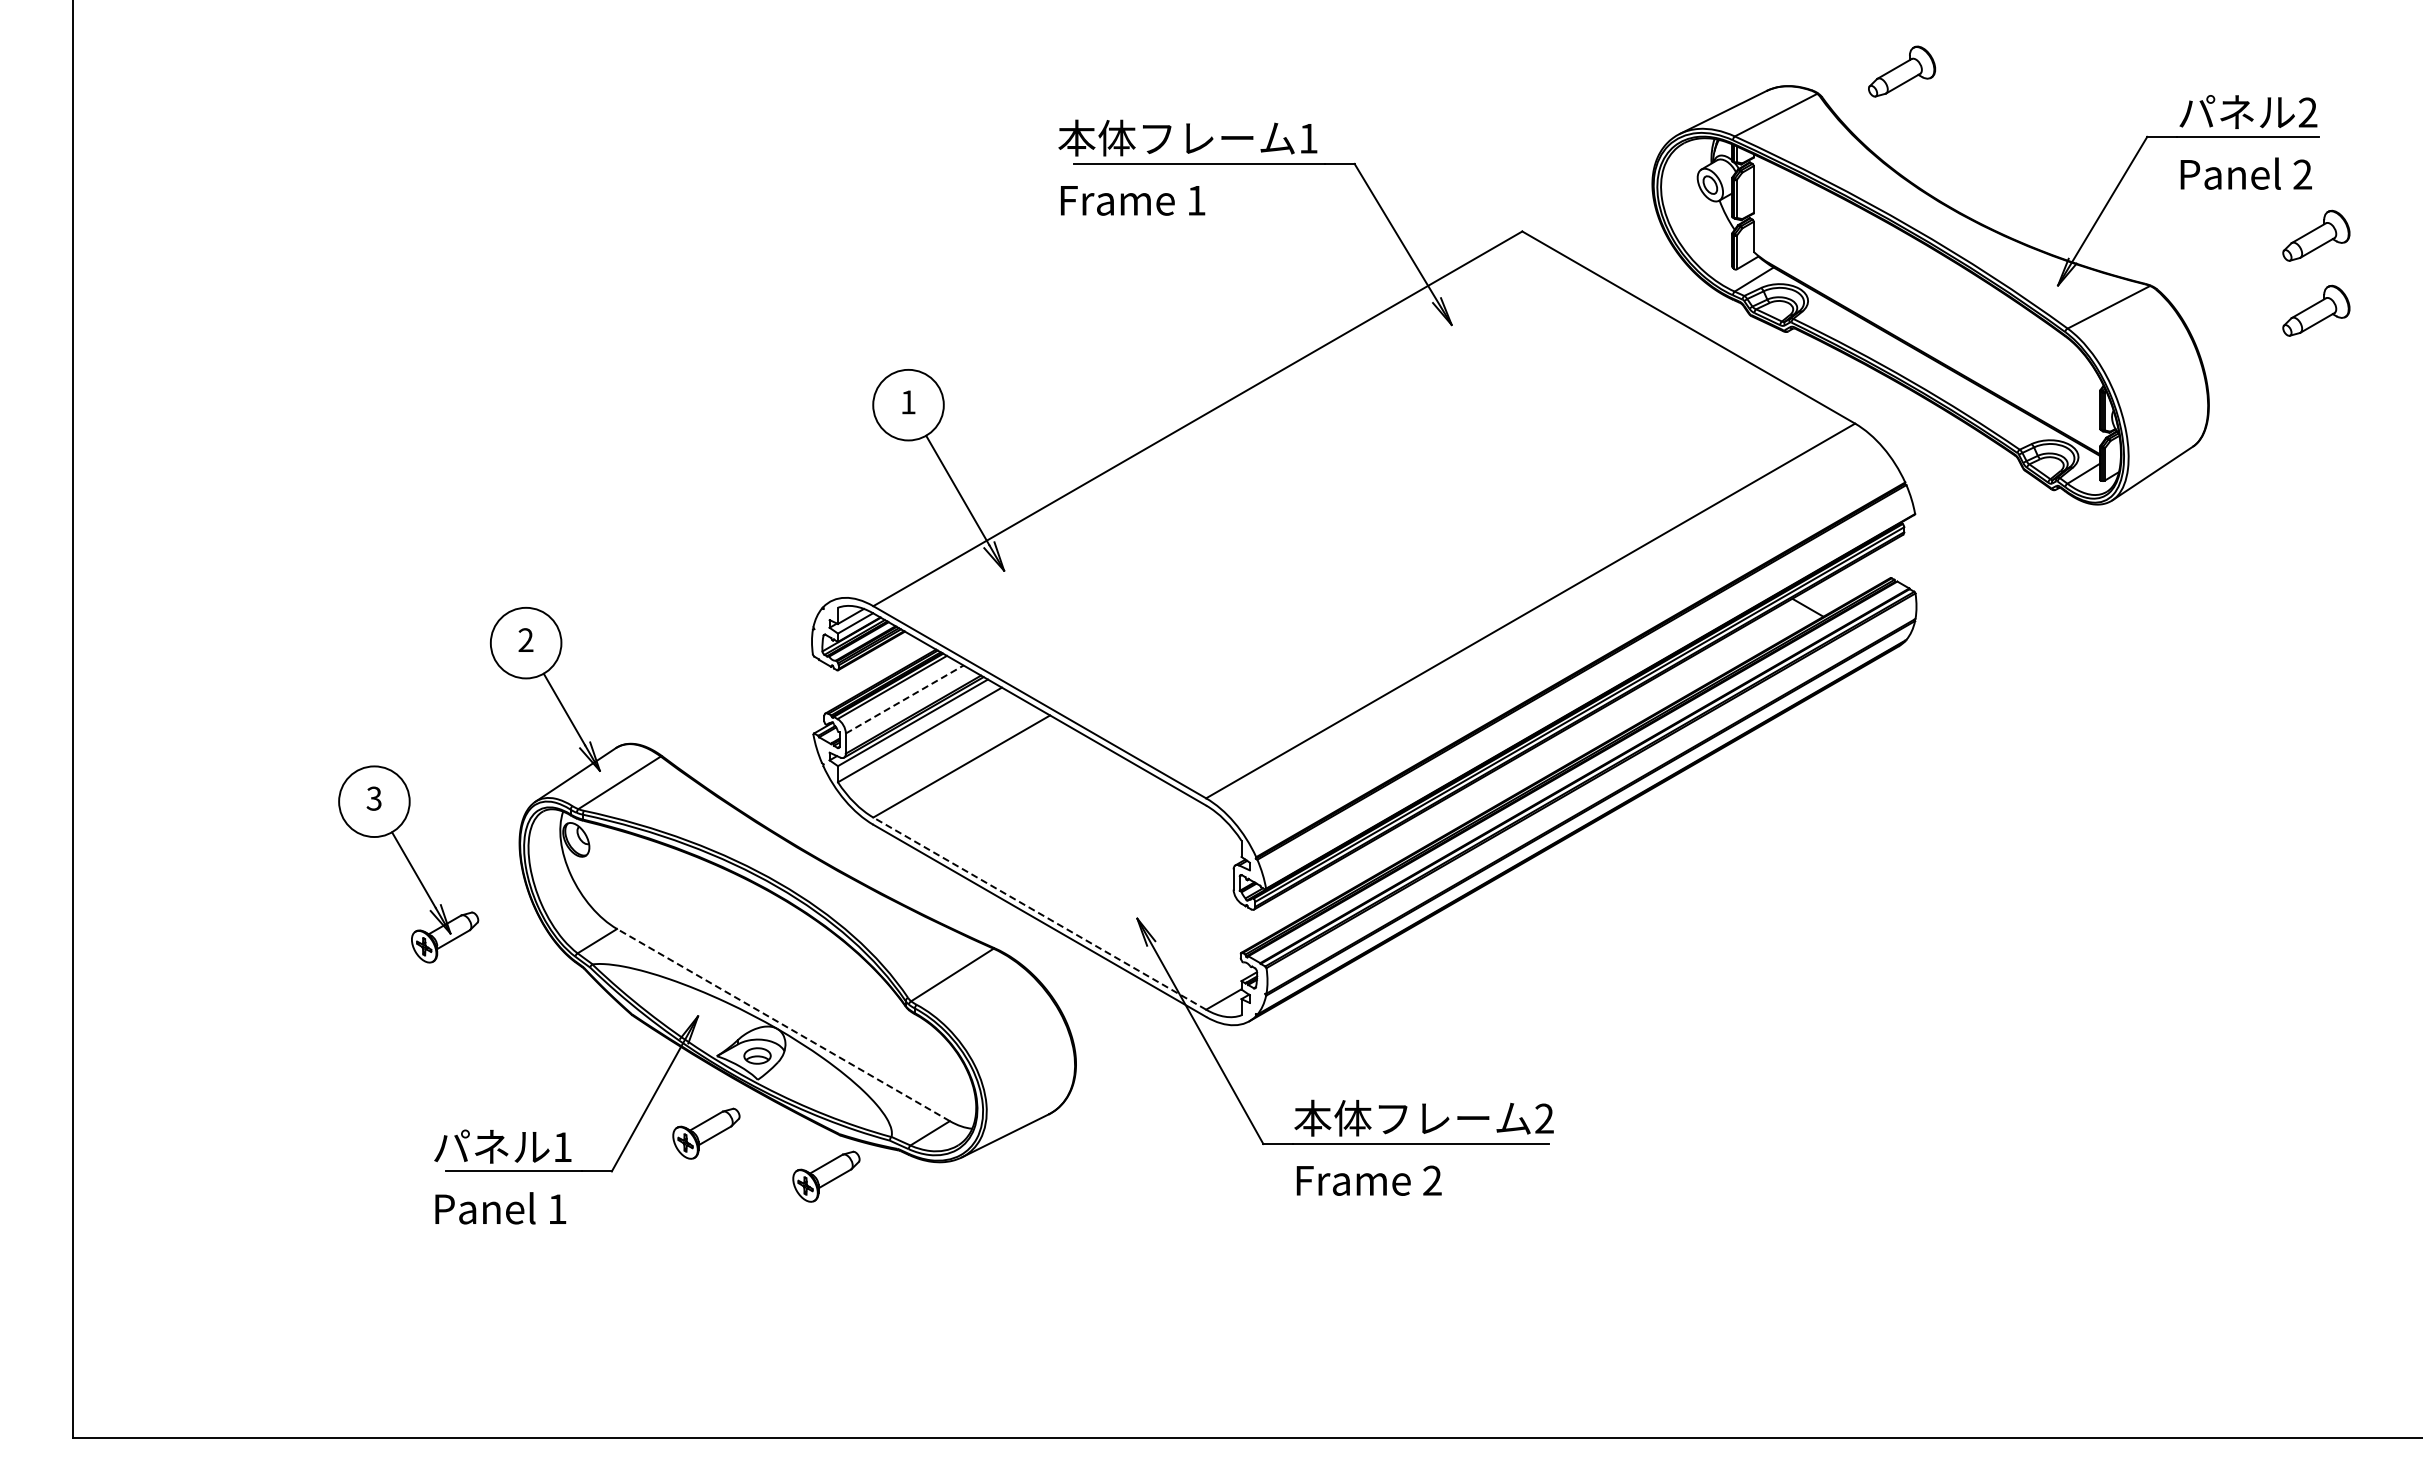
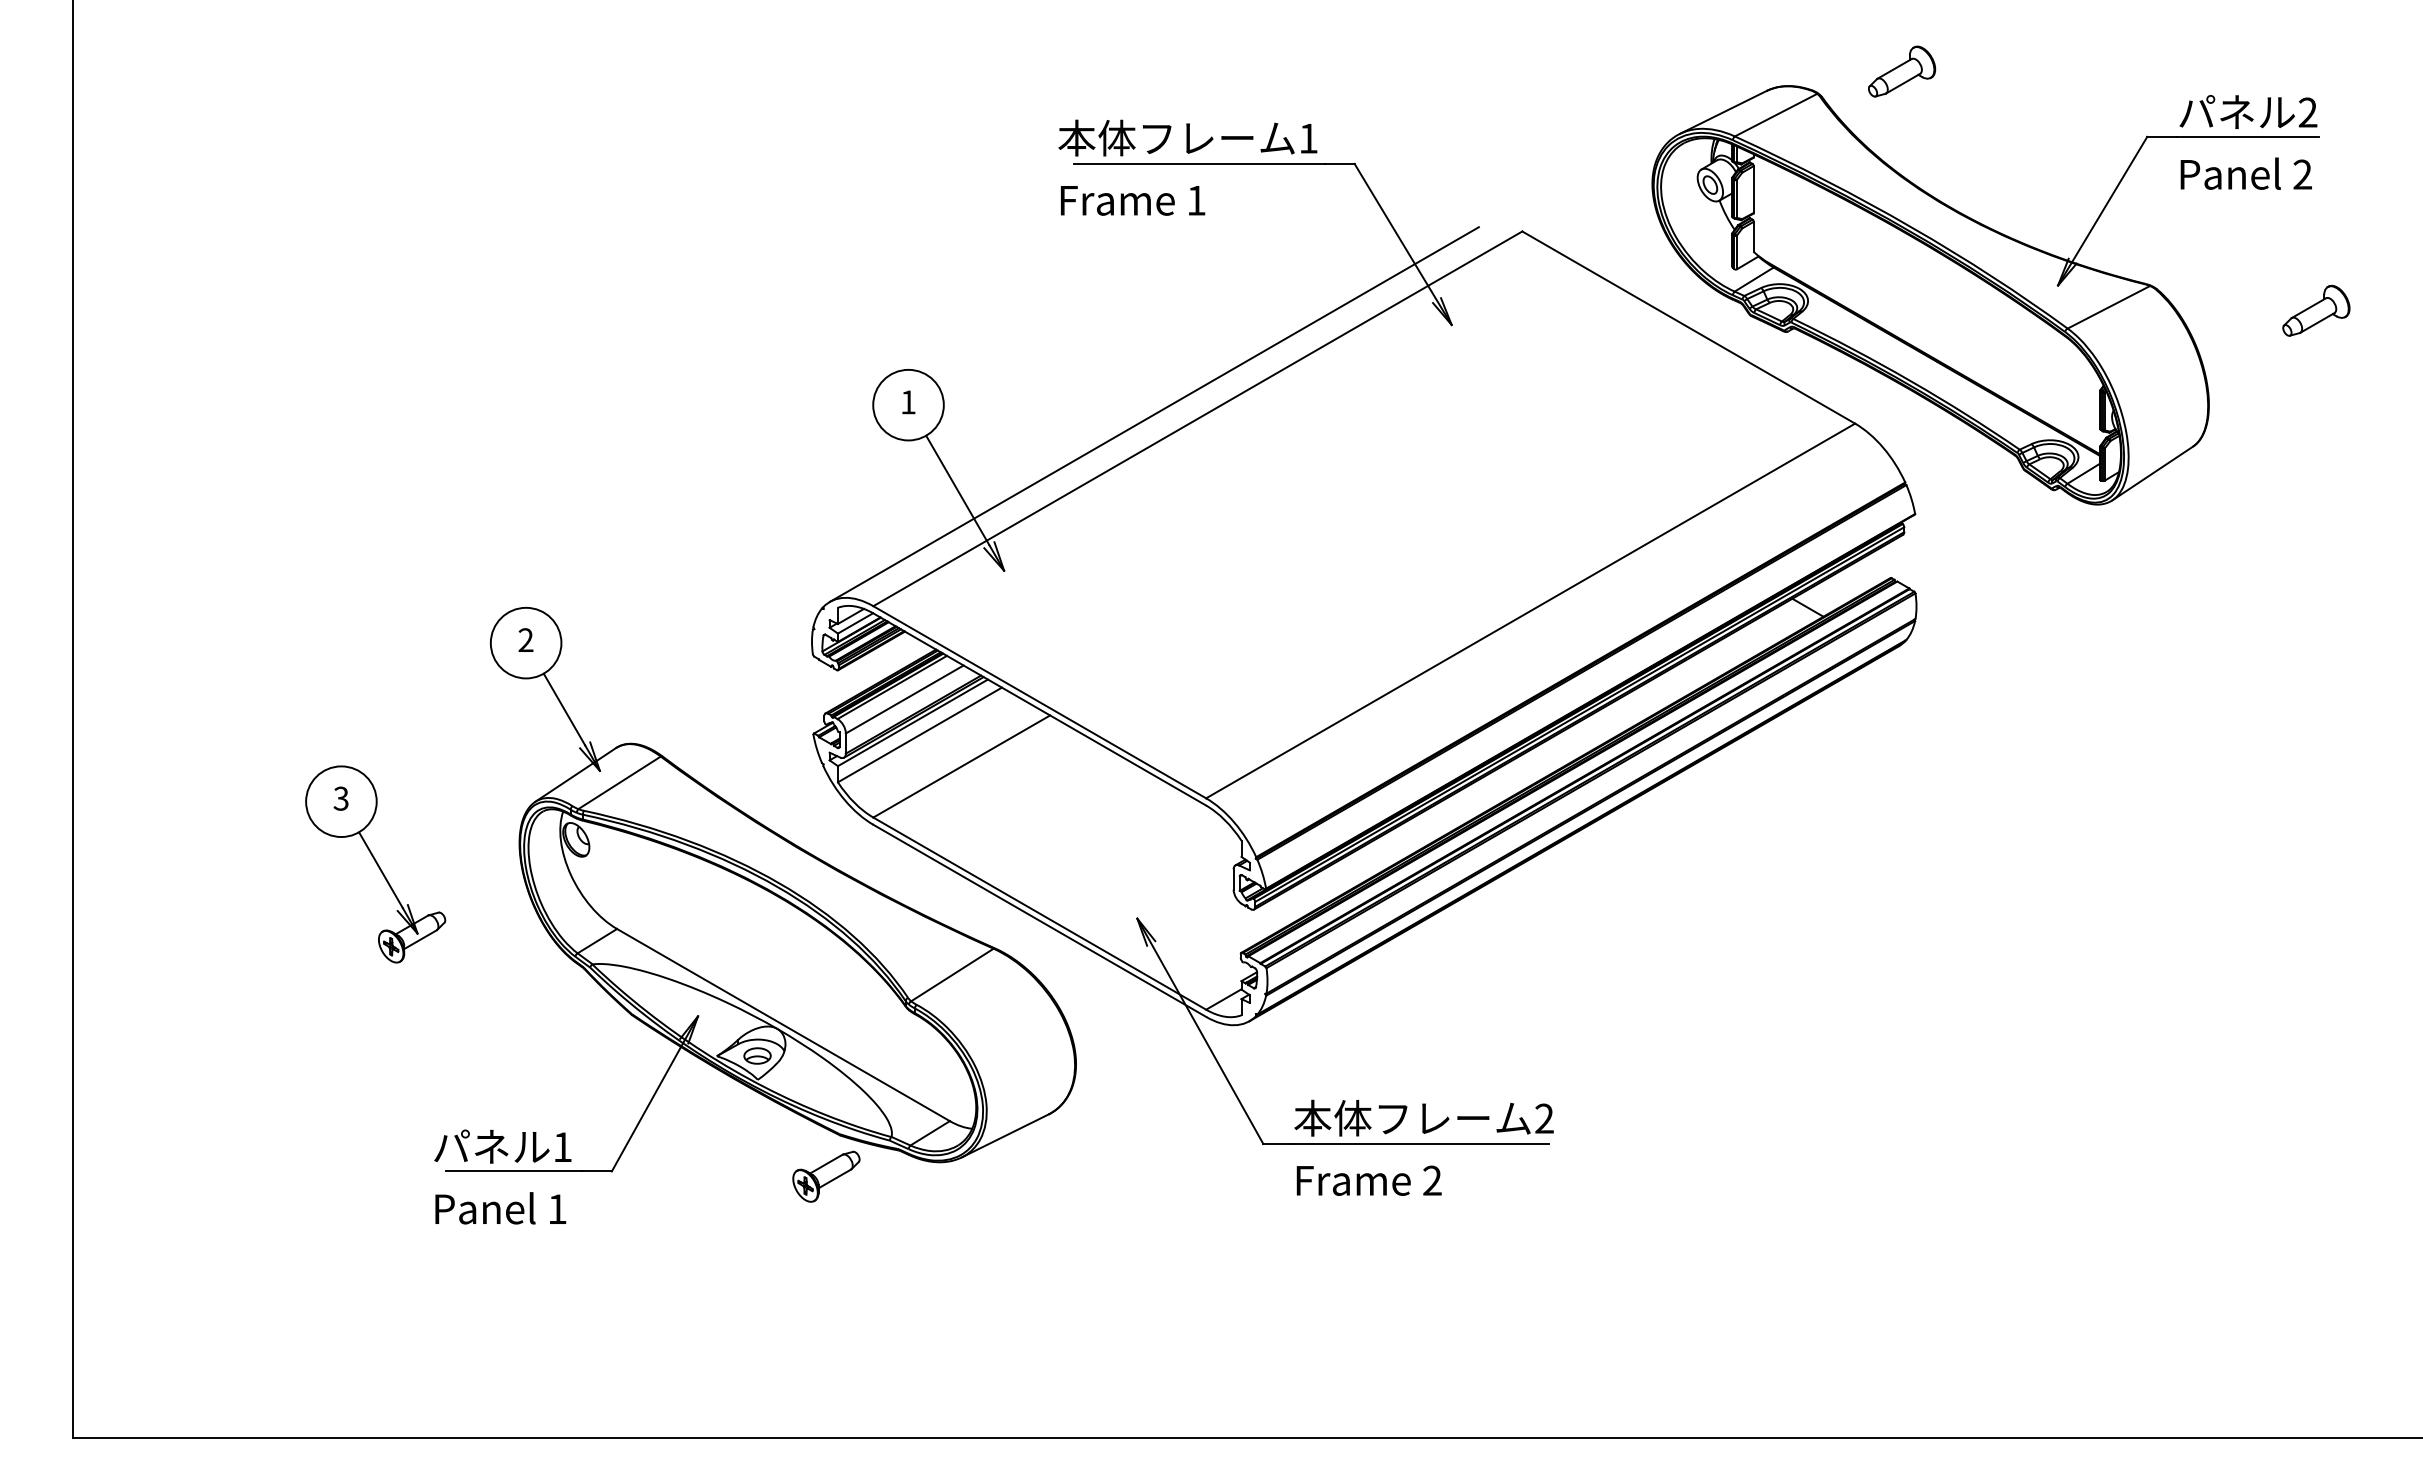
part at (2316, 235): present -> none
line at (1153, 414): none -> present
line at (904, 699): dashed -> solid
part at (408, 864) position: (408, 864) -> (375, 864)
line at (1039, 913): dashed -> solid
line at (783, 1024): dashed -> solid
part at (706, 1133): present -> none
